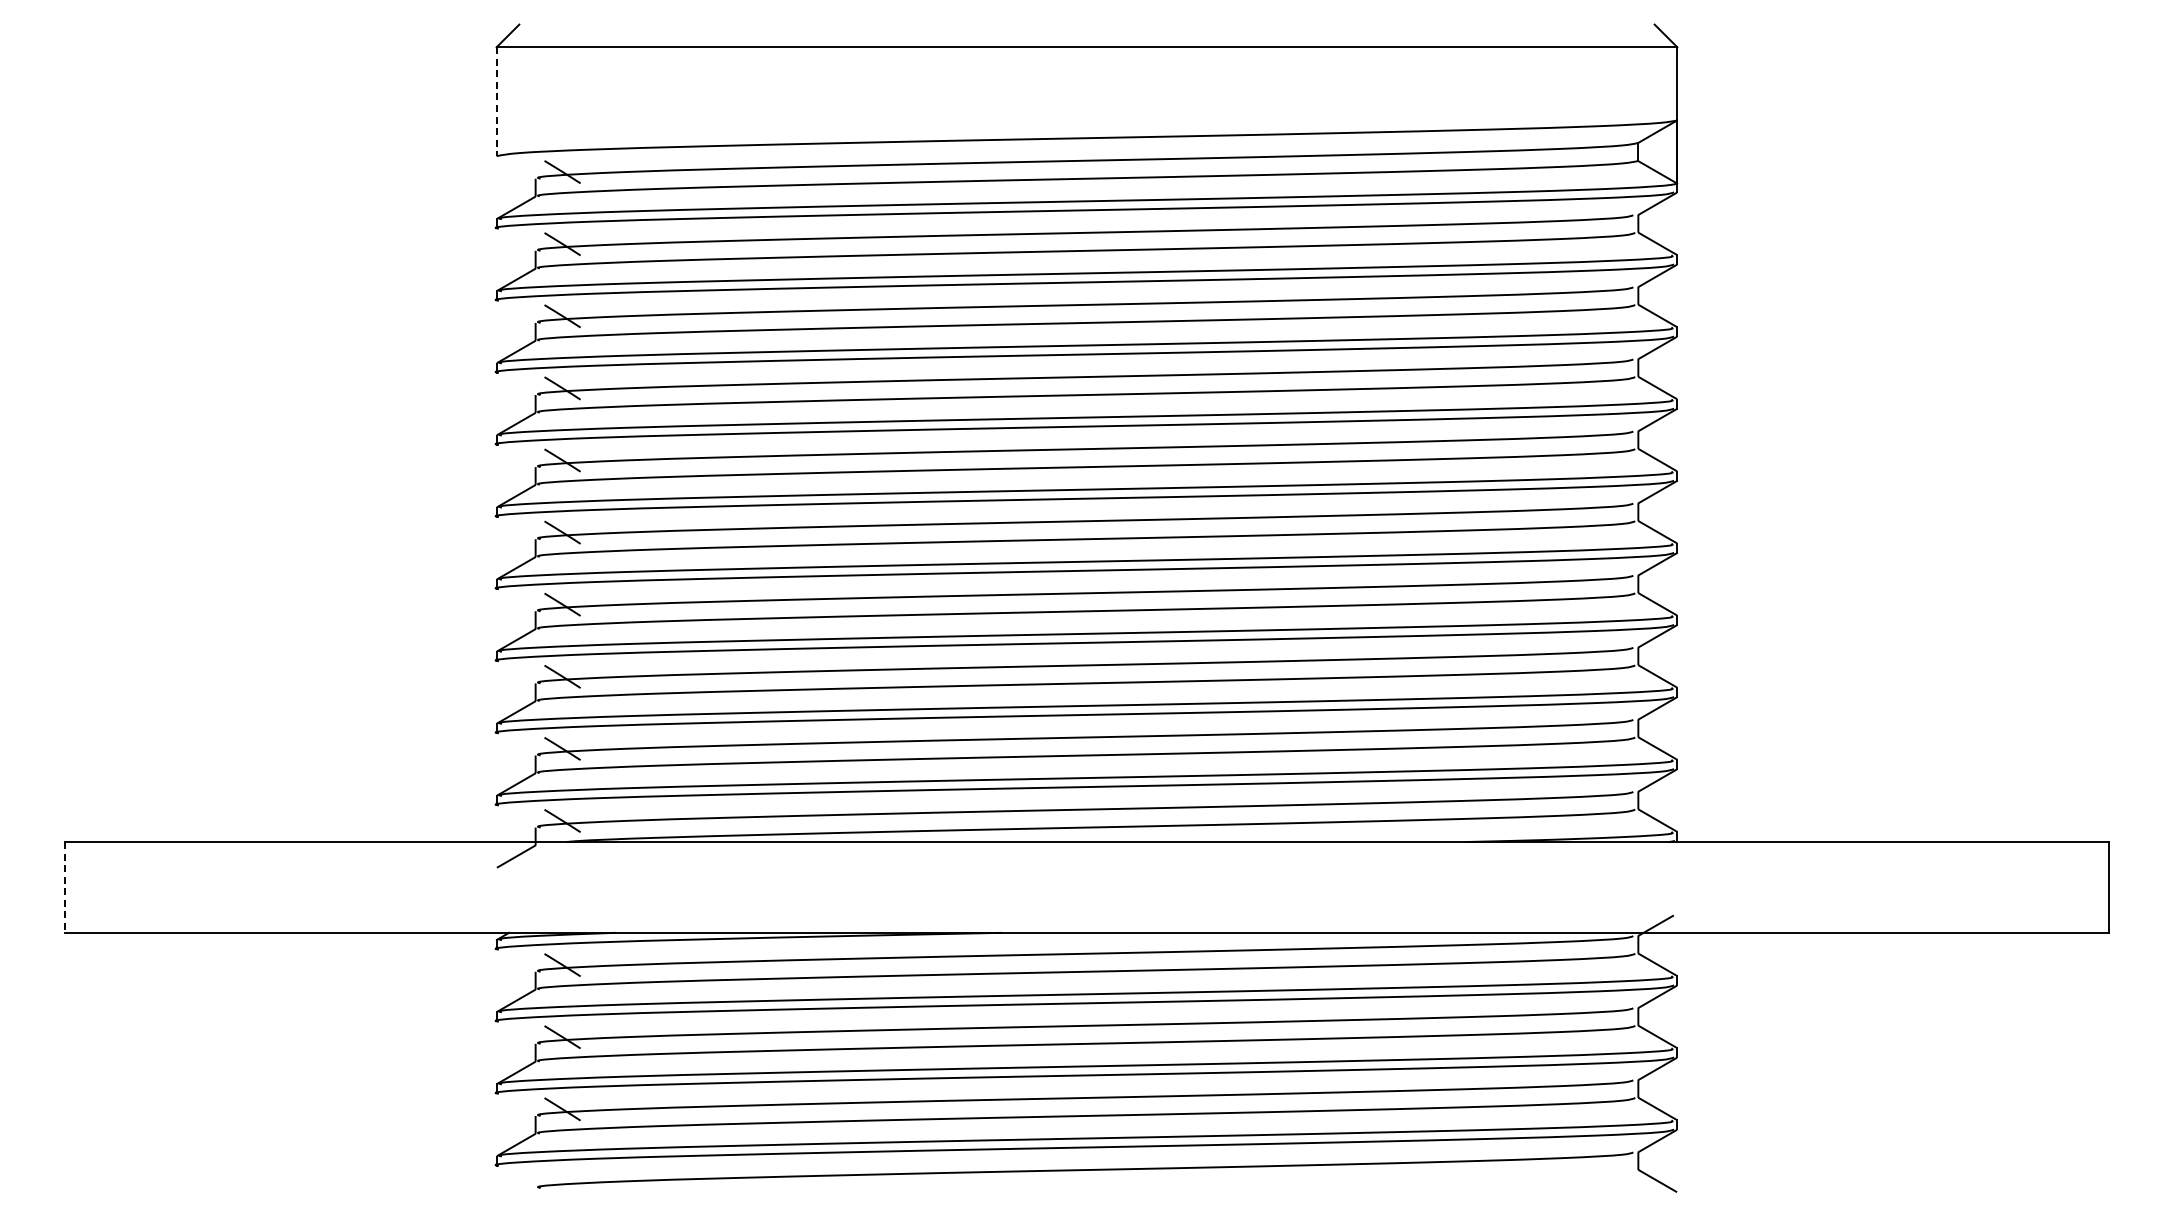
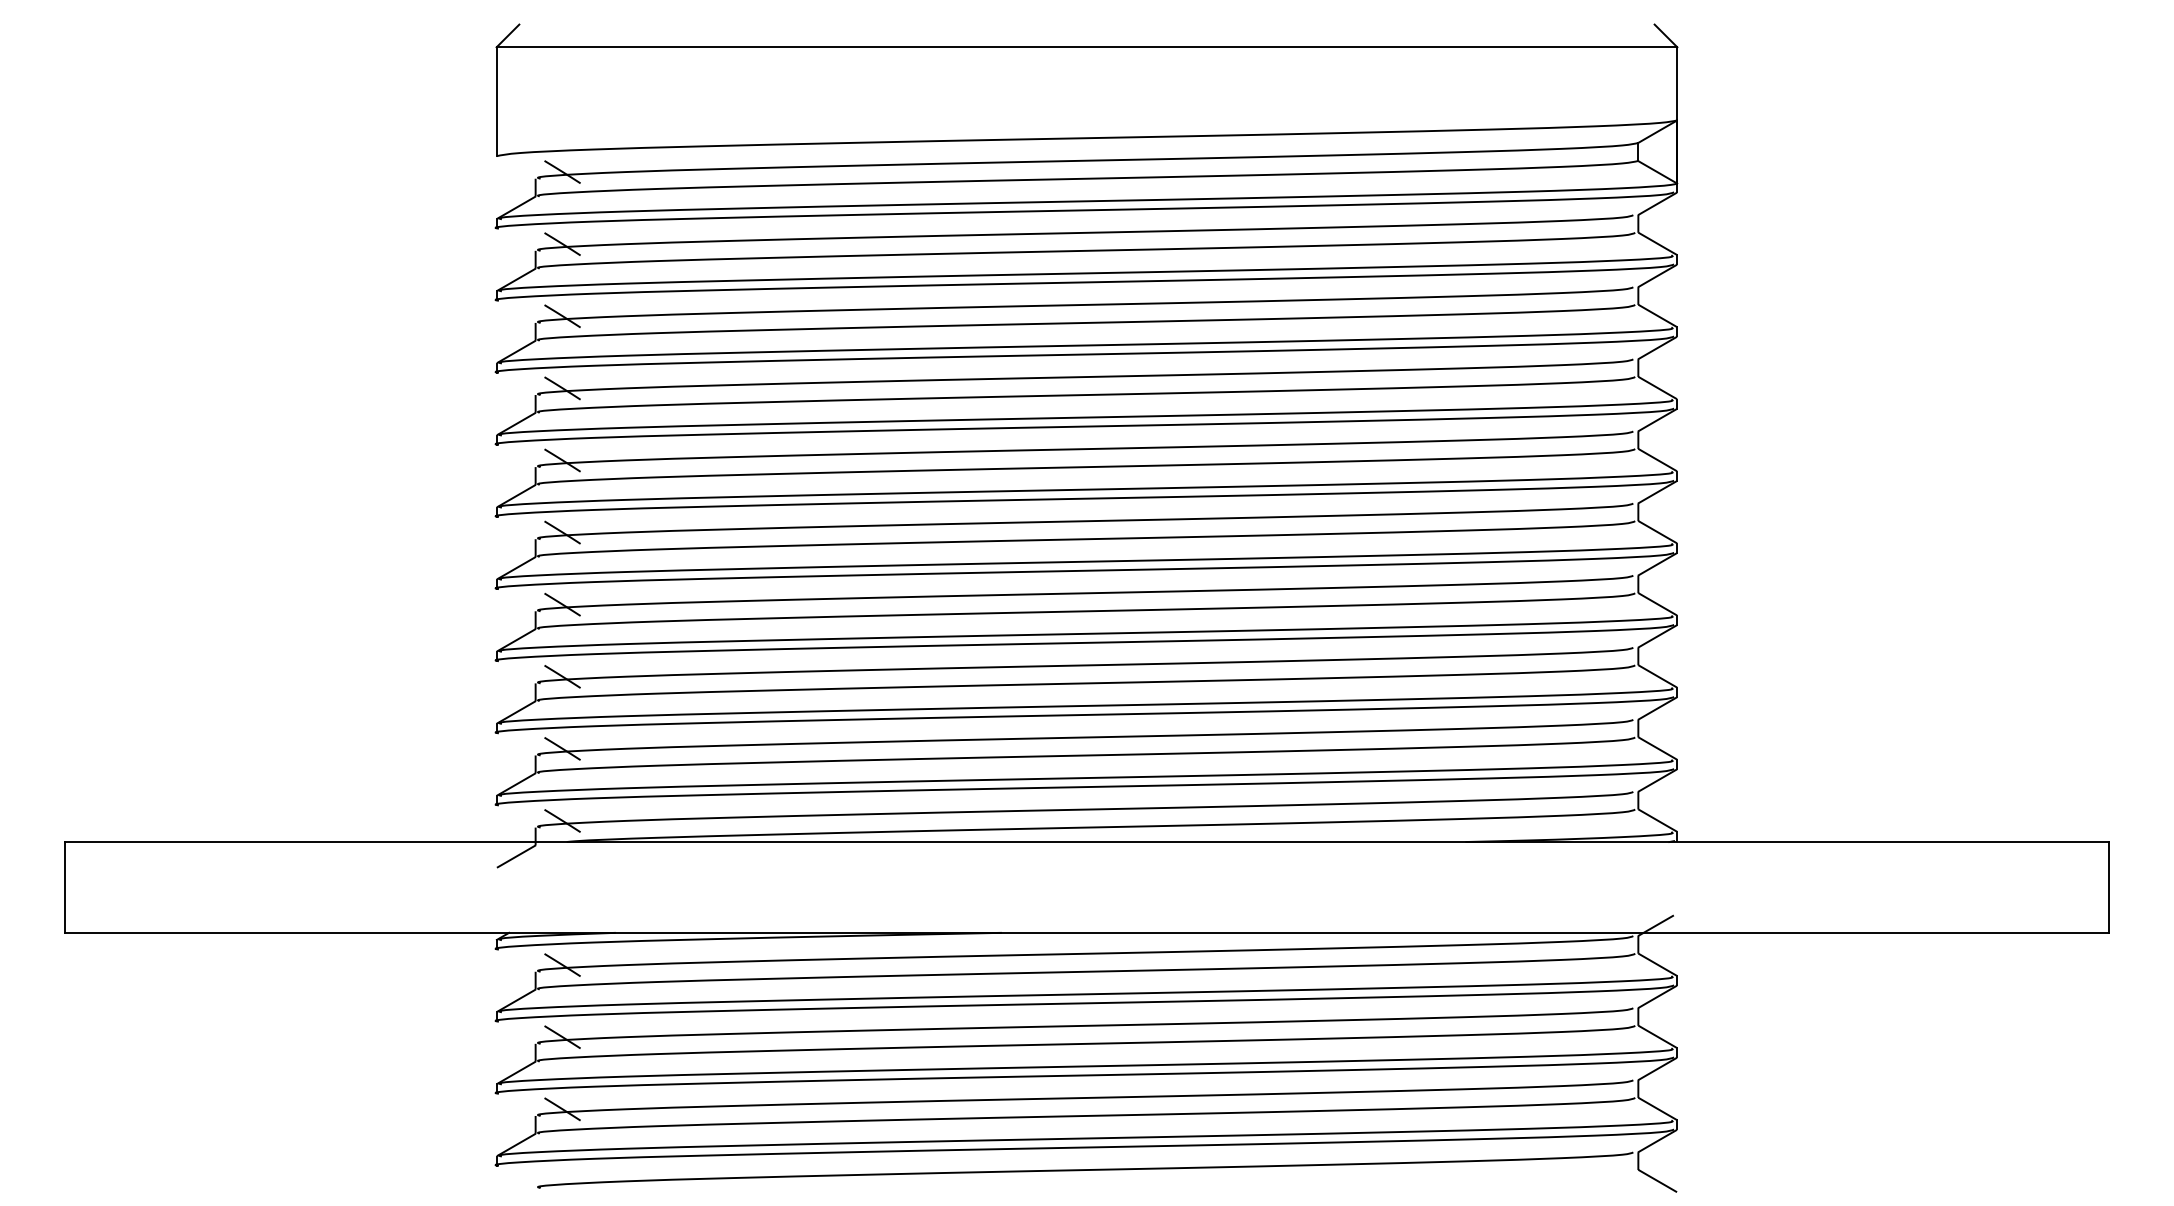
line at (496, 102): dashed -> solid
line at (65, 887): dashed -> solid
